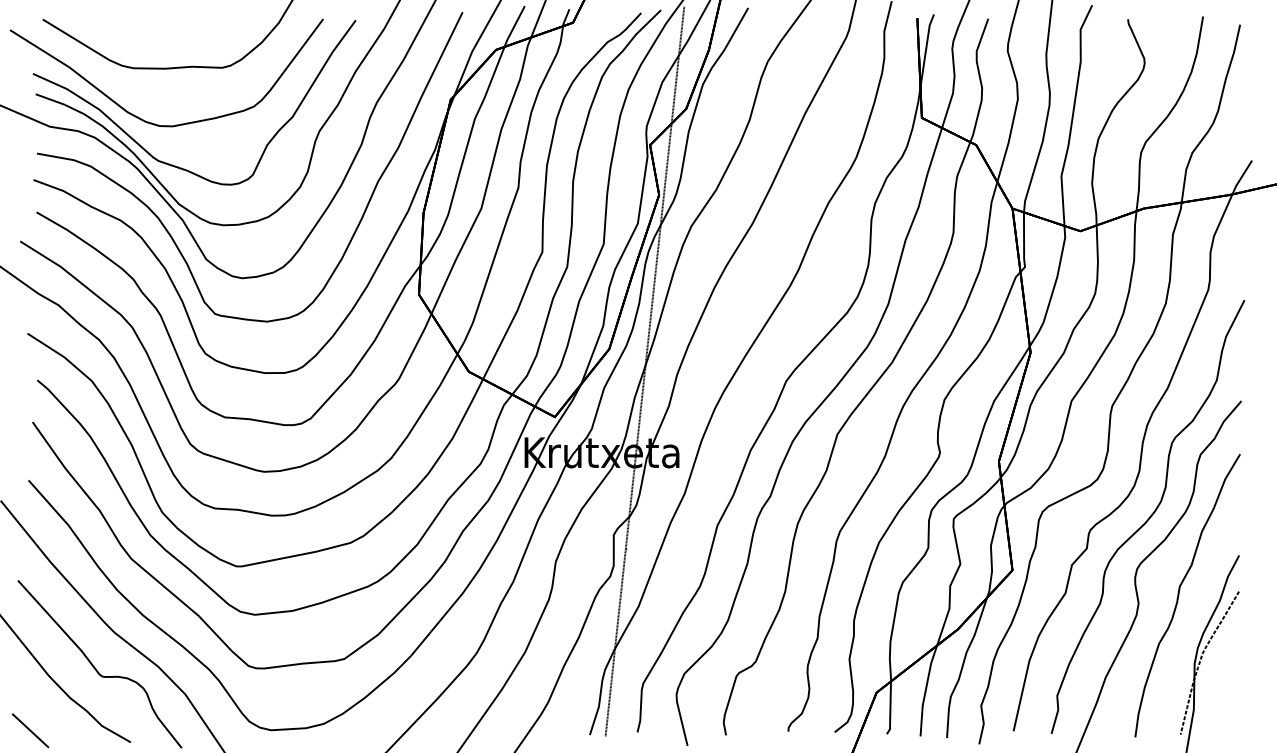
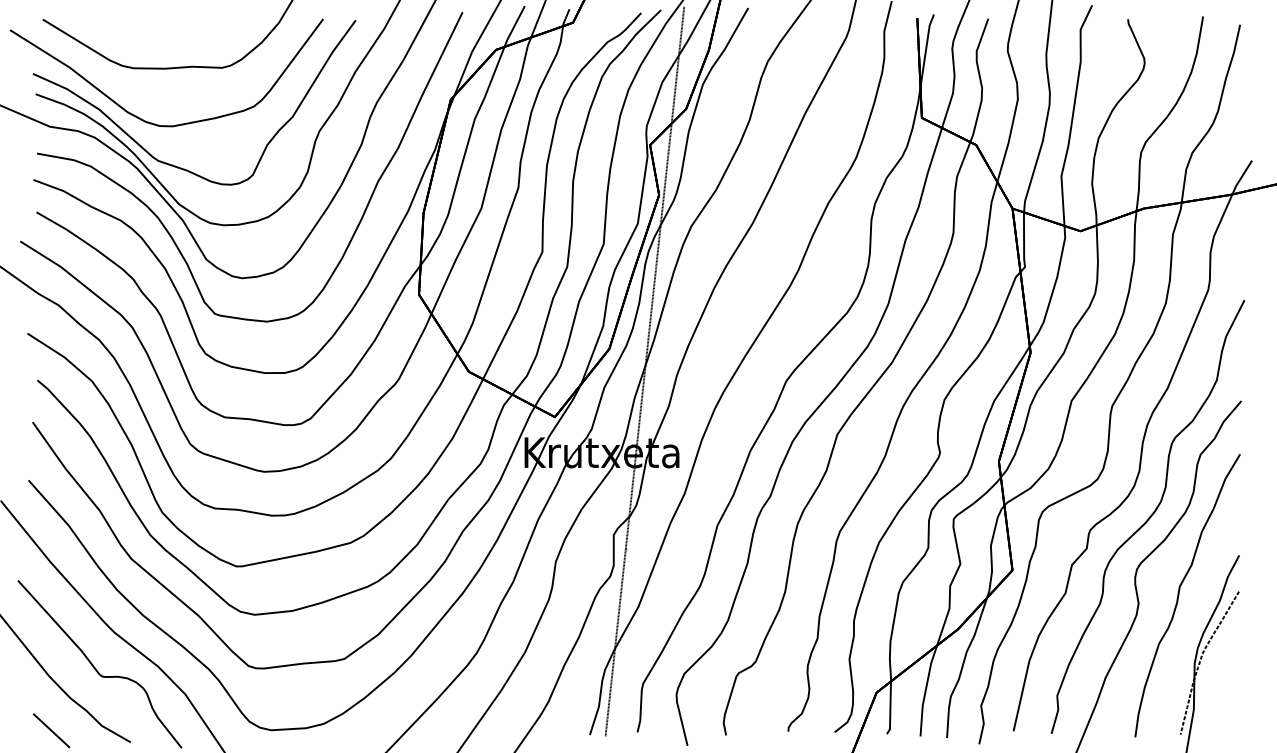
line at (30, 730) position: (30, 730) -> (51, 730)
